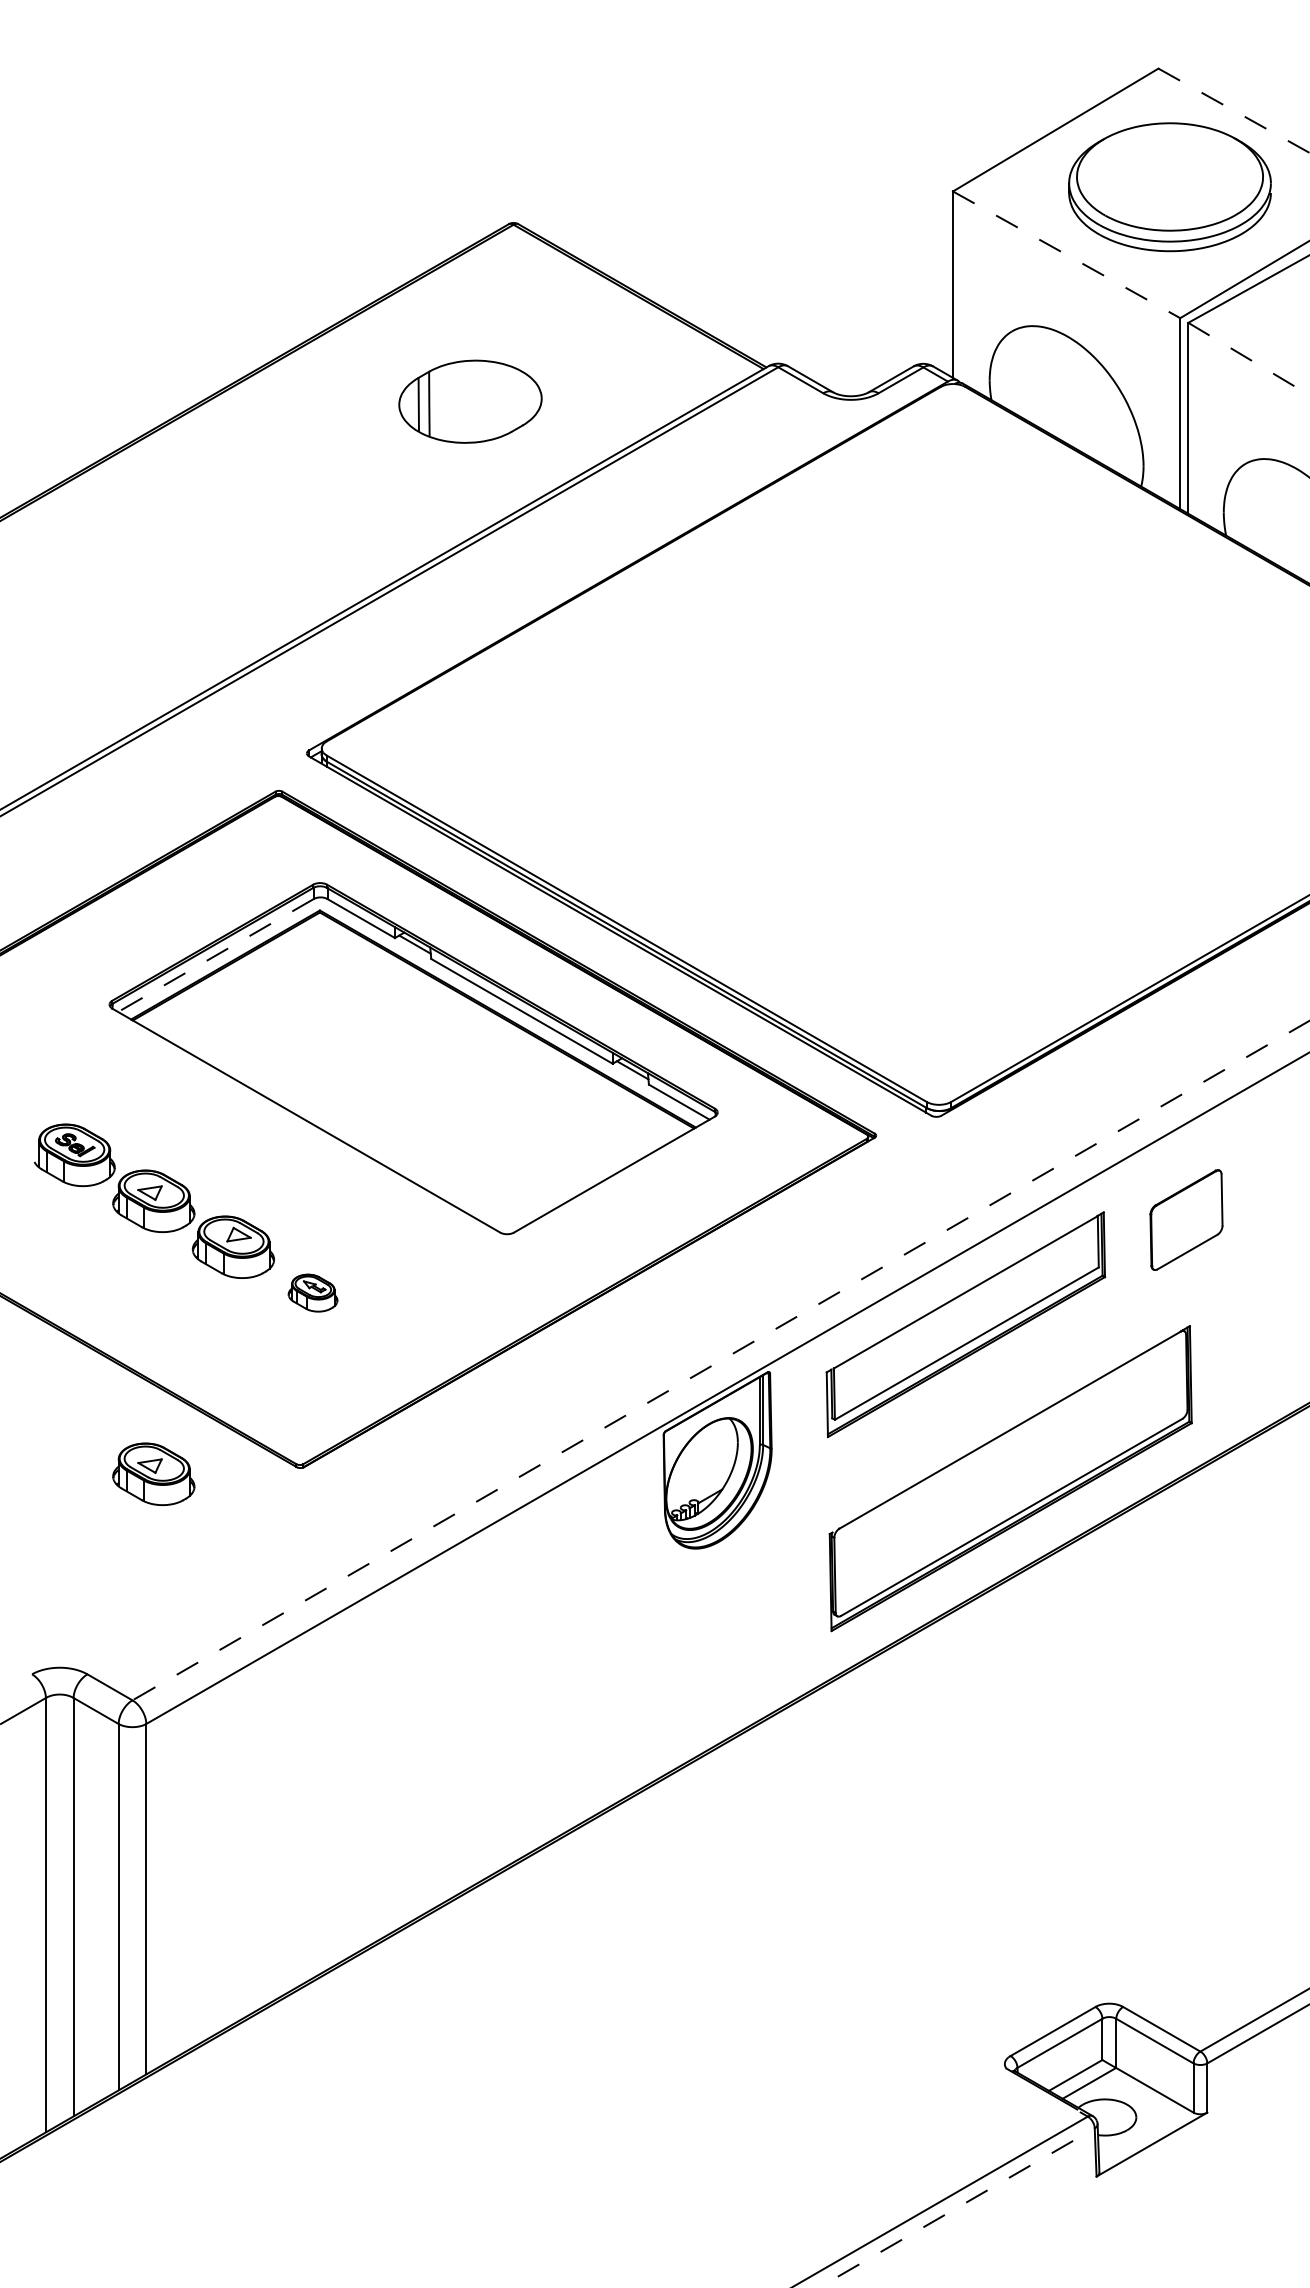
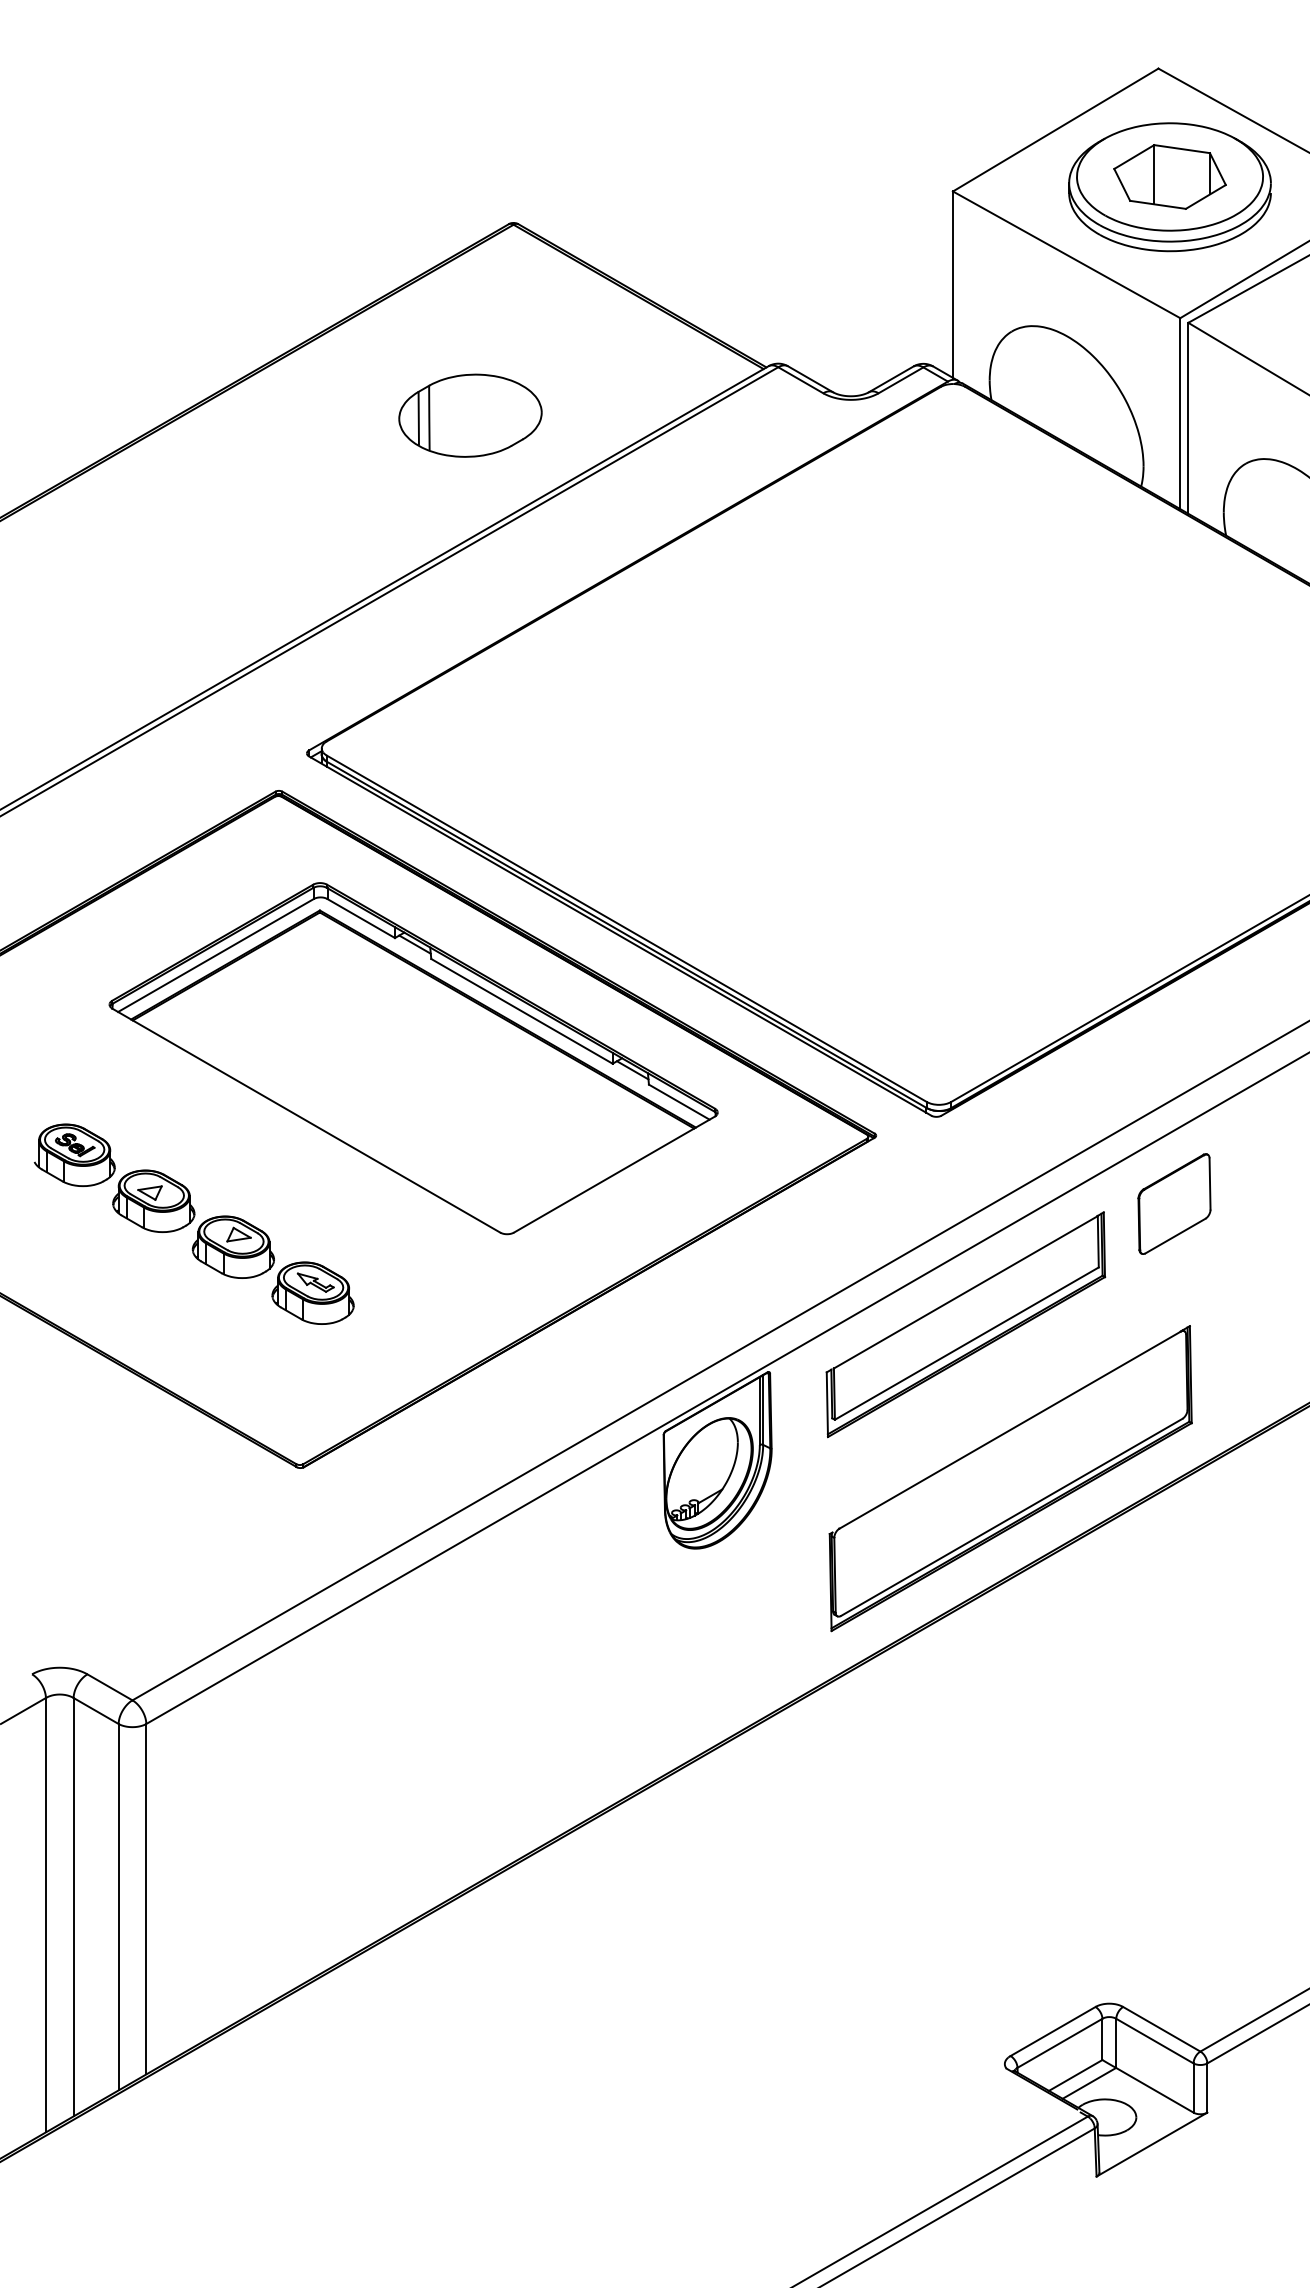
line at (1234, 110): dashed -> solid
part at (1169, 176): none -> present
line at (1067, 255): dashed -> solid
line at (1249, 359): dashed -> solid
part at (470, 401) position: (470, 401) -> (470, 415)
line at (215, 955): dashed -> solid
part at (1186, 1219) position: (1186, 1219) -> (1174, 1203)
part at (312, 1292) size: 52x40 px -> 84x64 px
line at (720, 1360): dashed -> solid
part at (153, 1473): present -> none
line at (957, 2207): dashed -> solid
